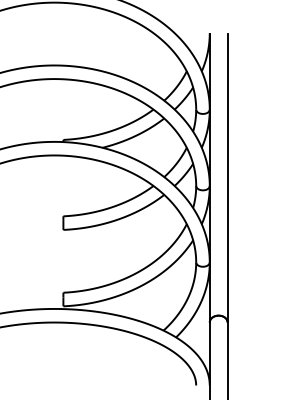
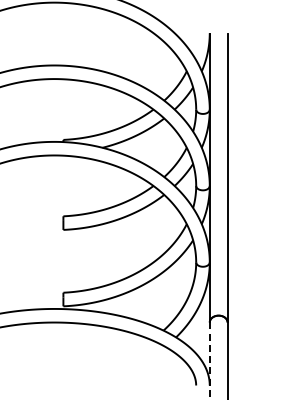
line at (209, 361): solid -> dashed
